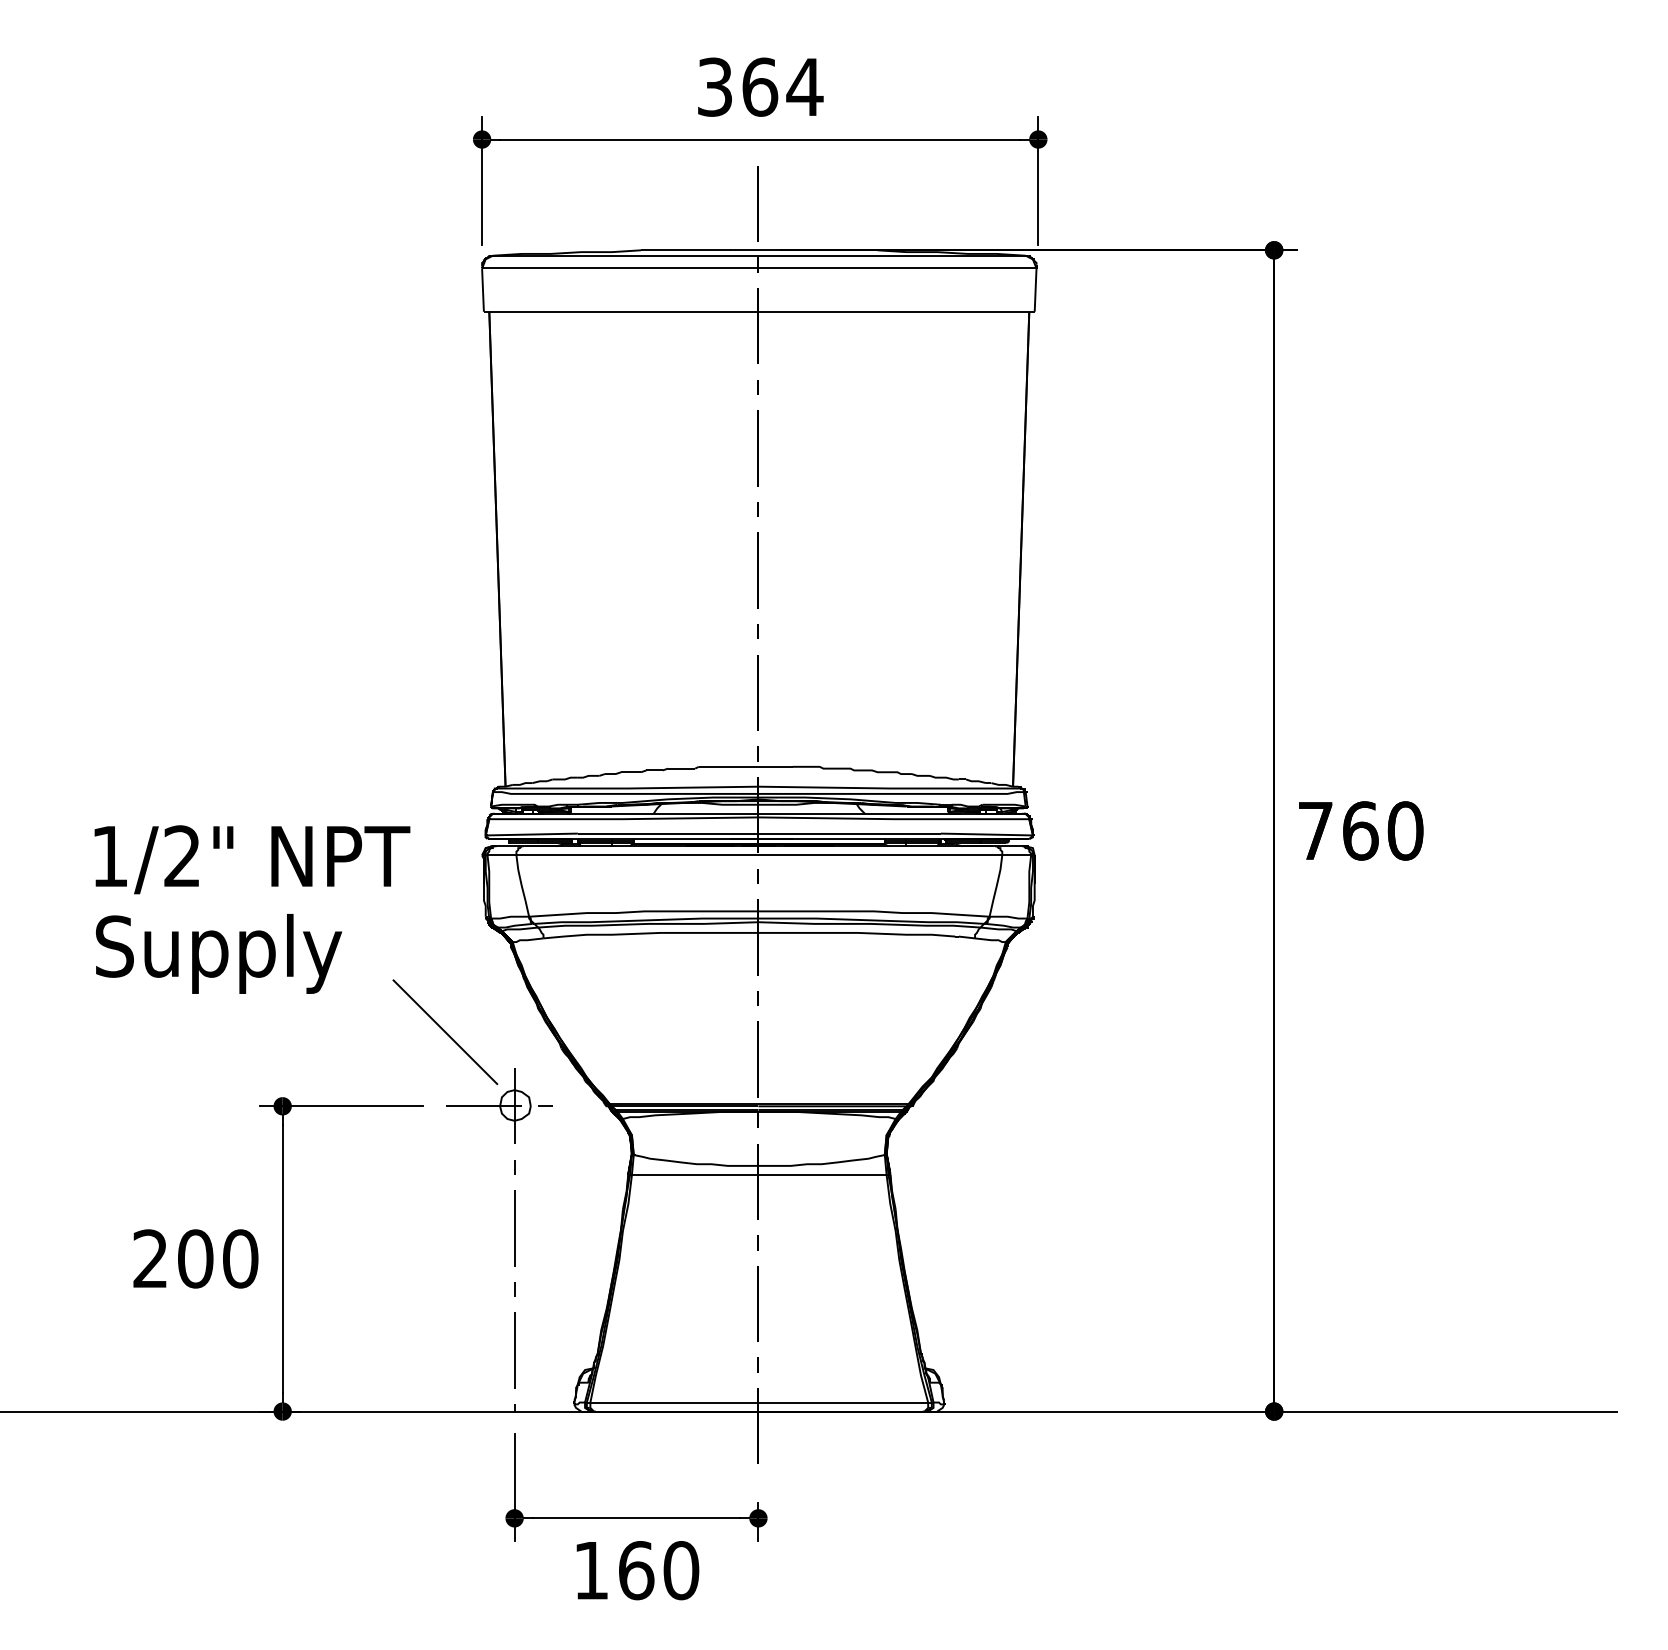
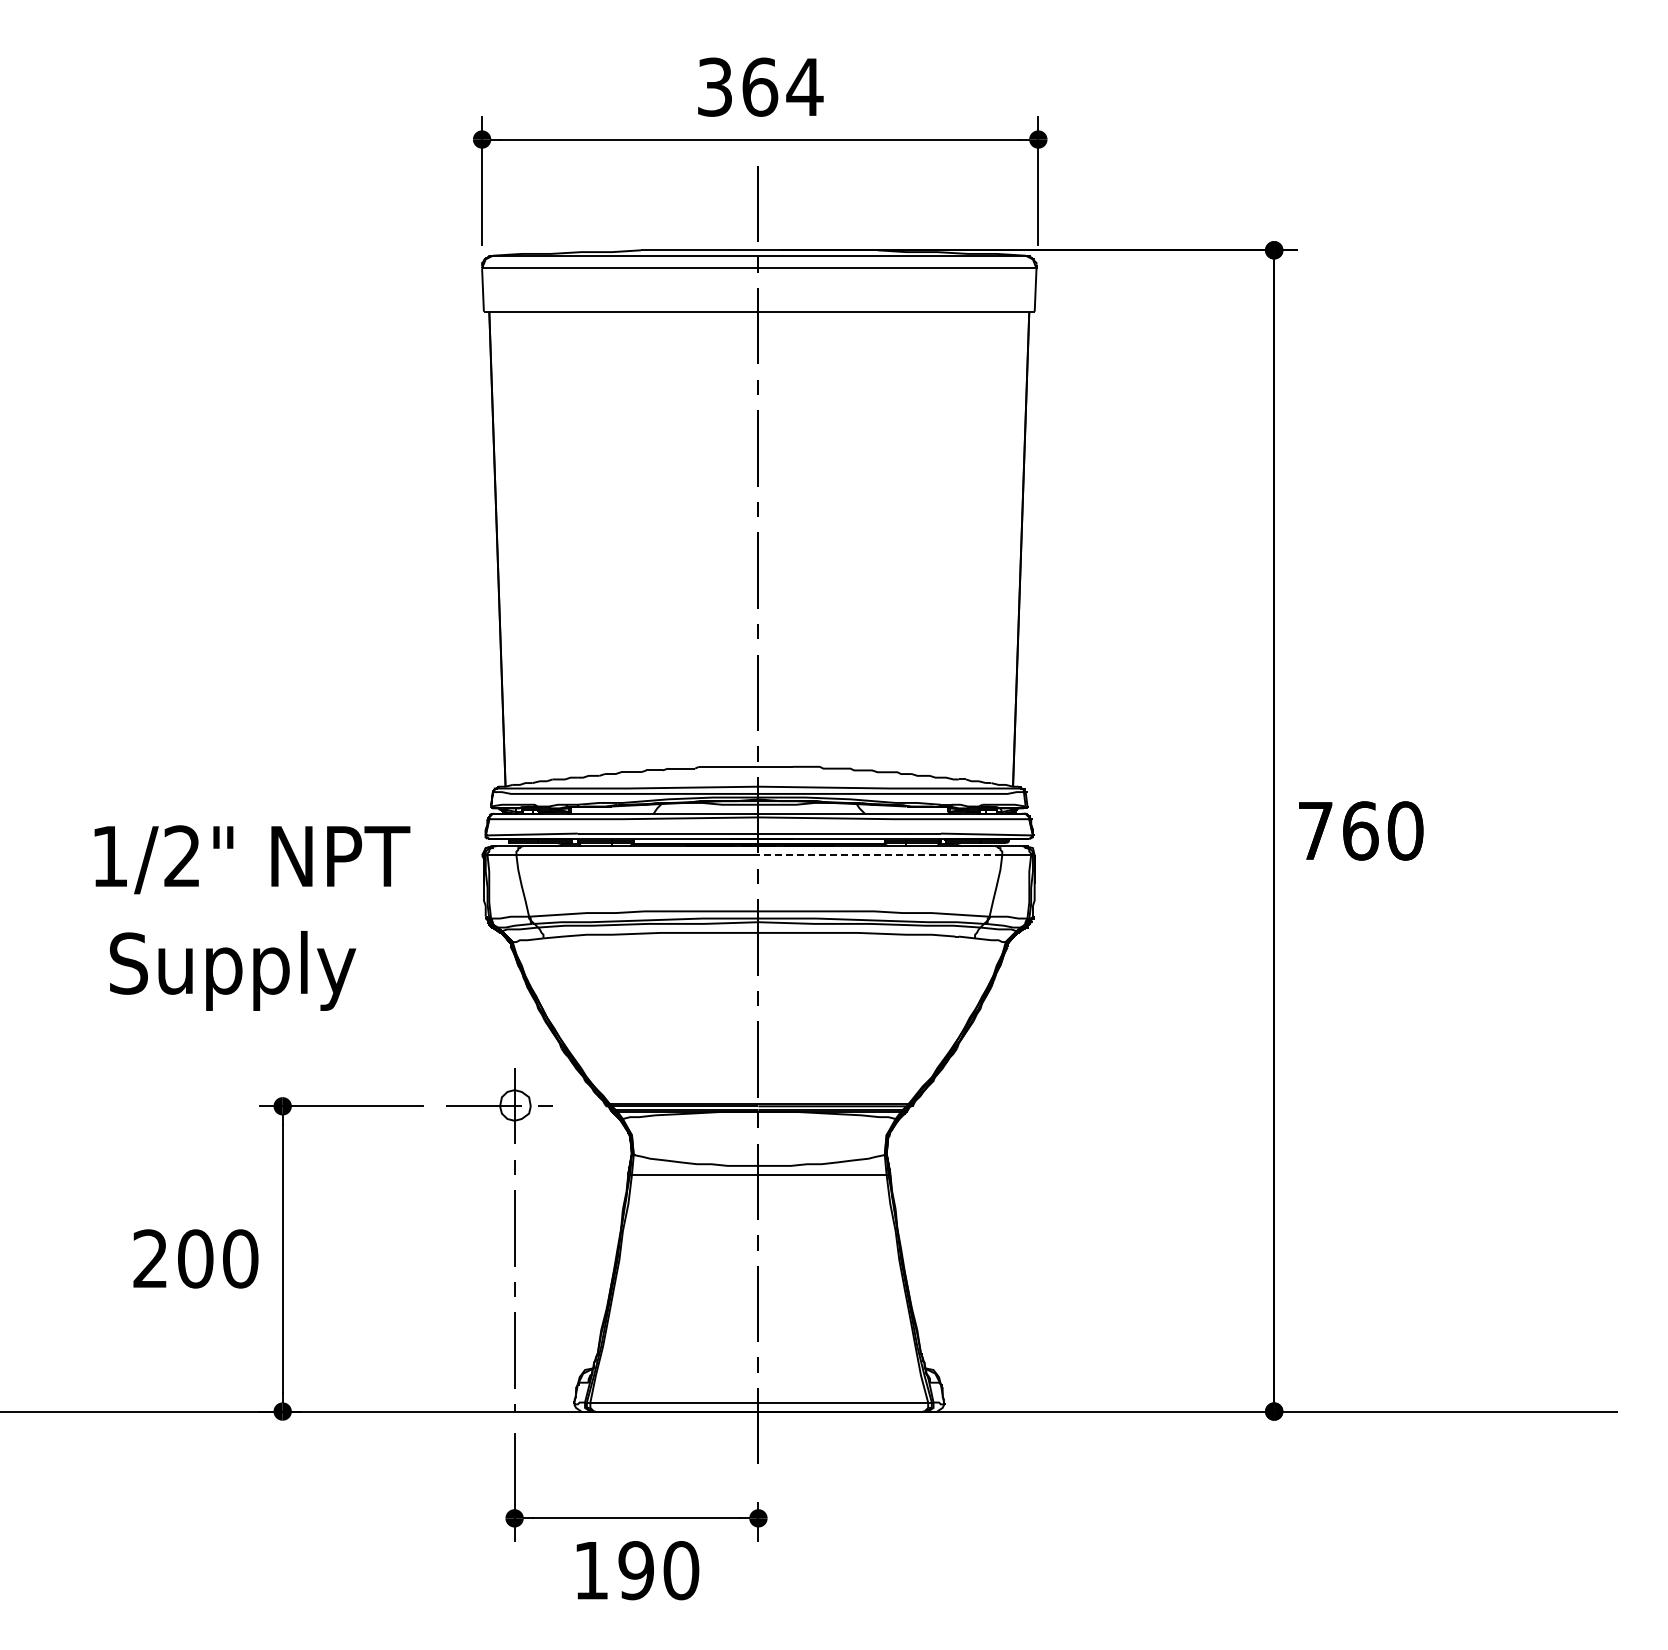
line at (880, 855): solid -> dashed
text at (219, 953) position: (219, 953) -> (233, 970)
line at (445, 1032): present -> none
text at (636, 1570): 160 -> 190
